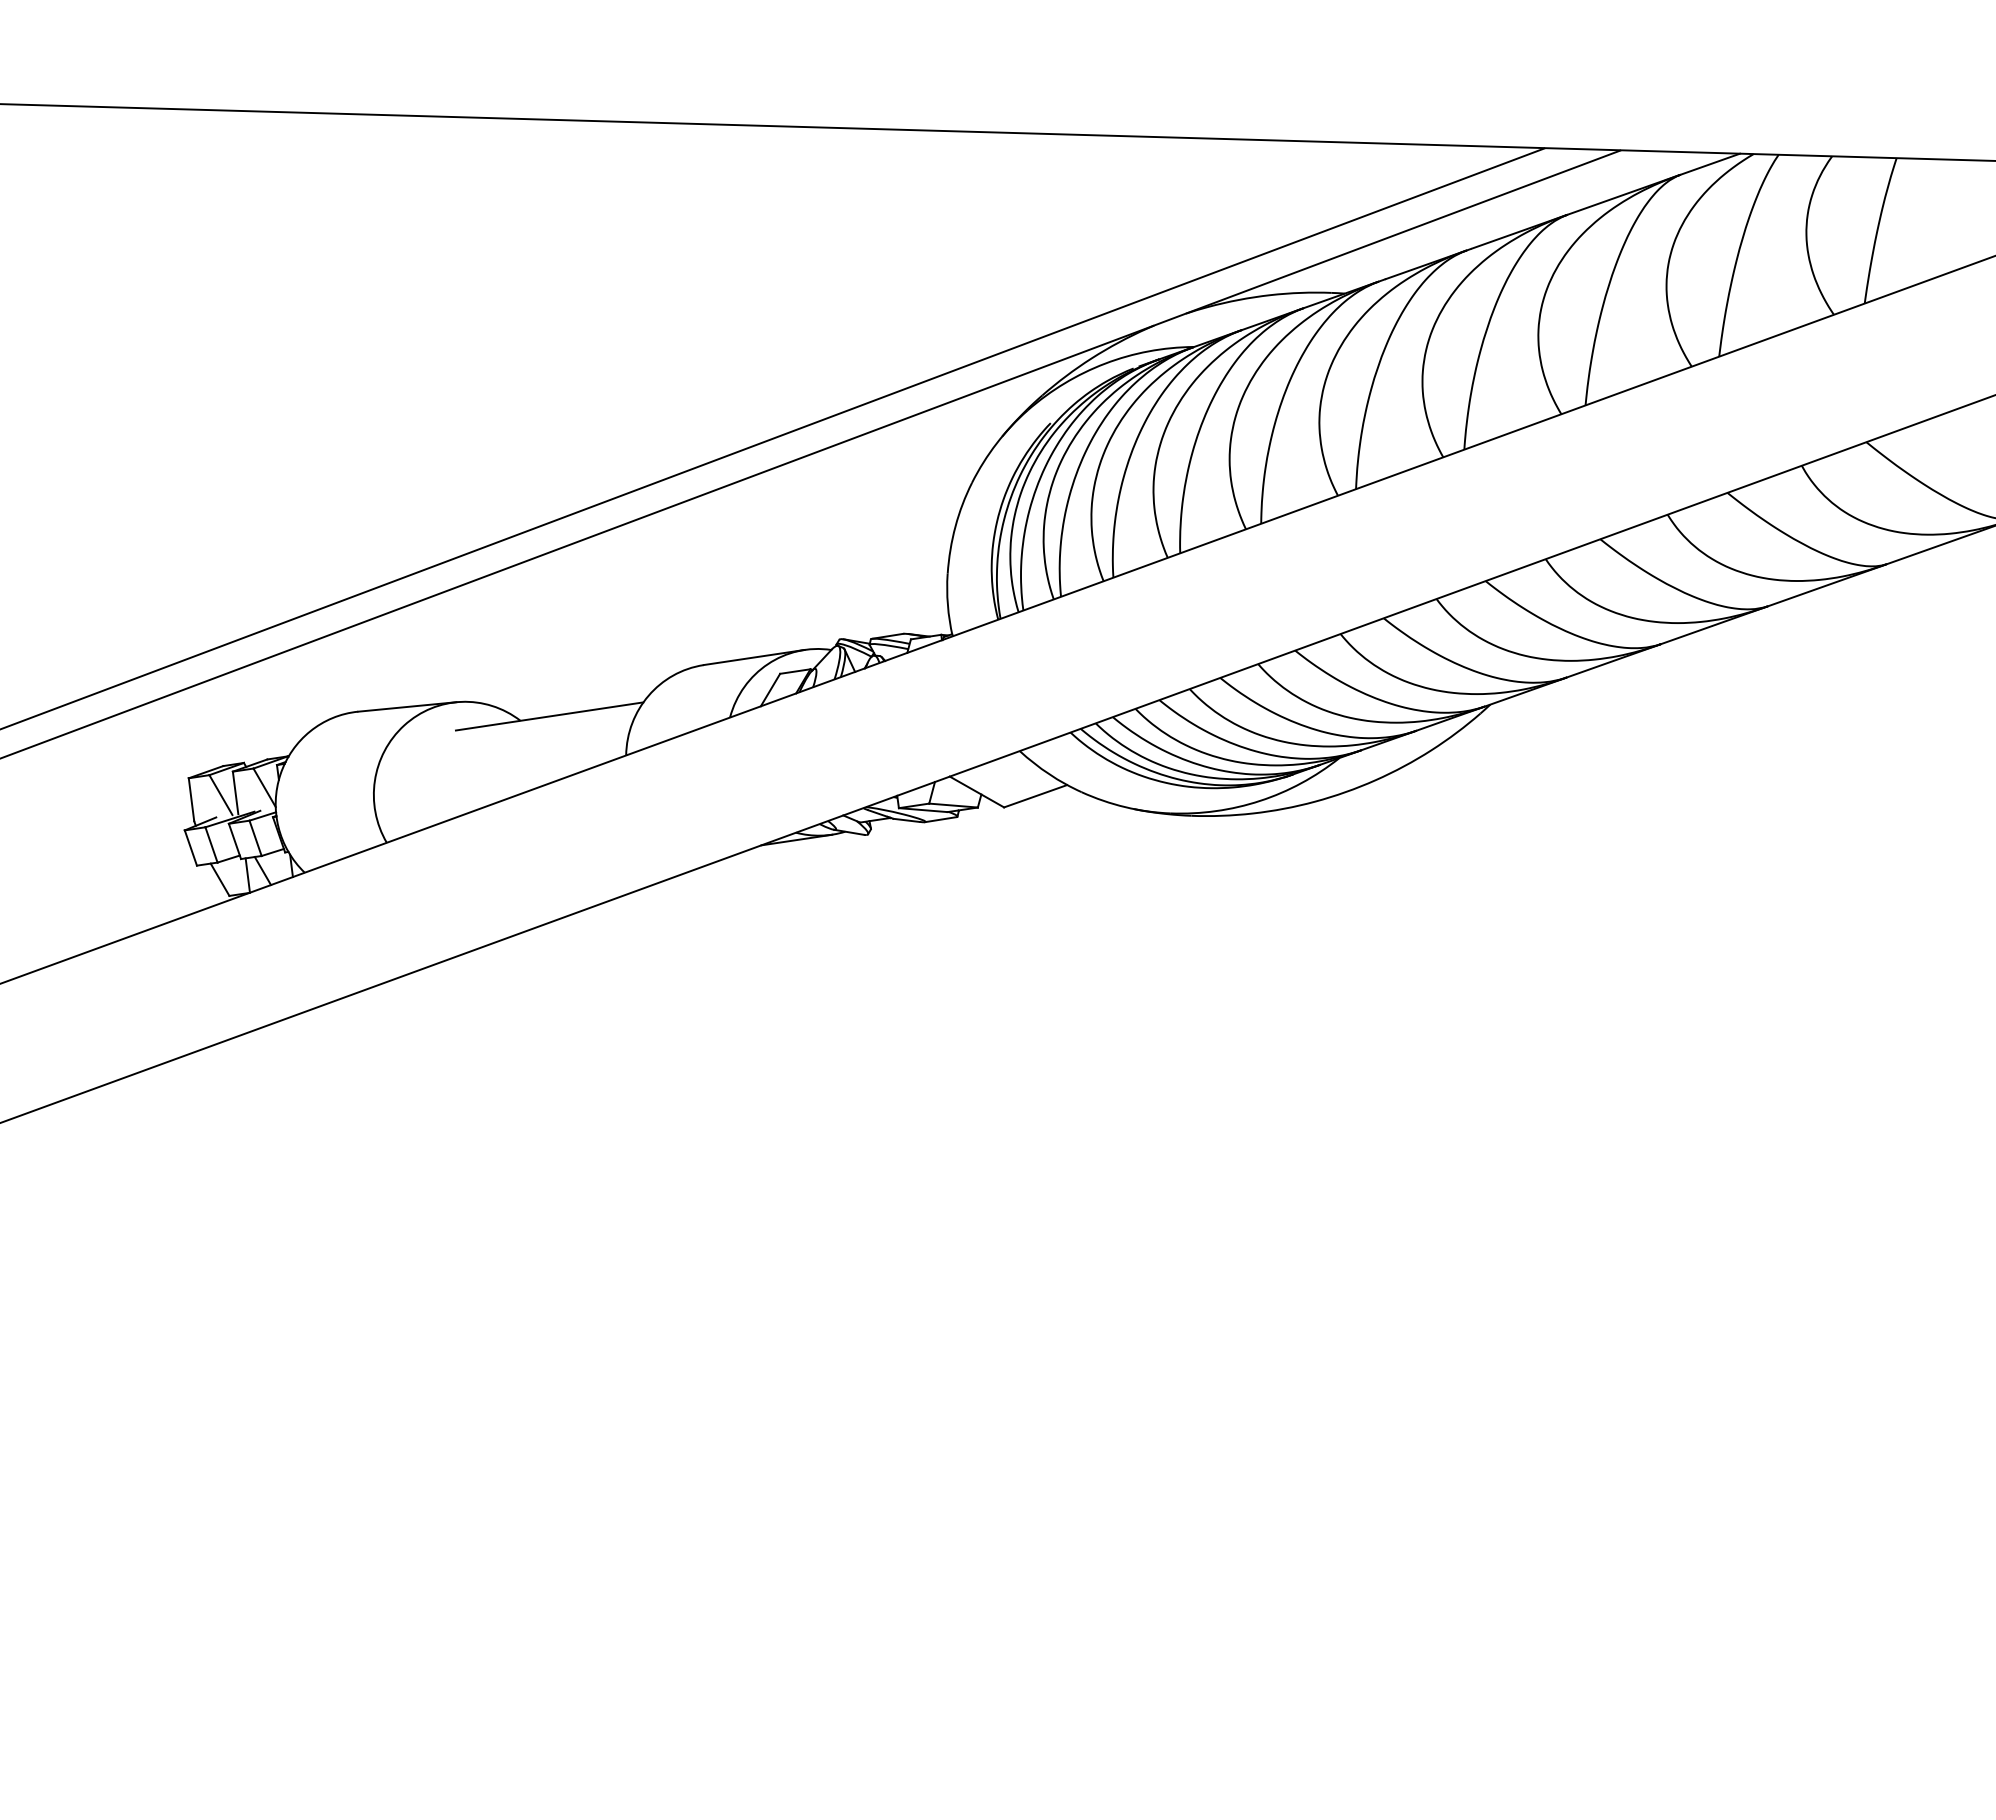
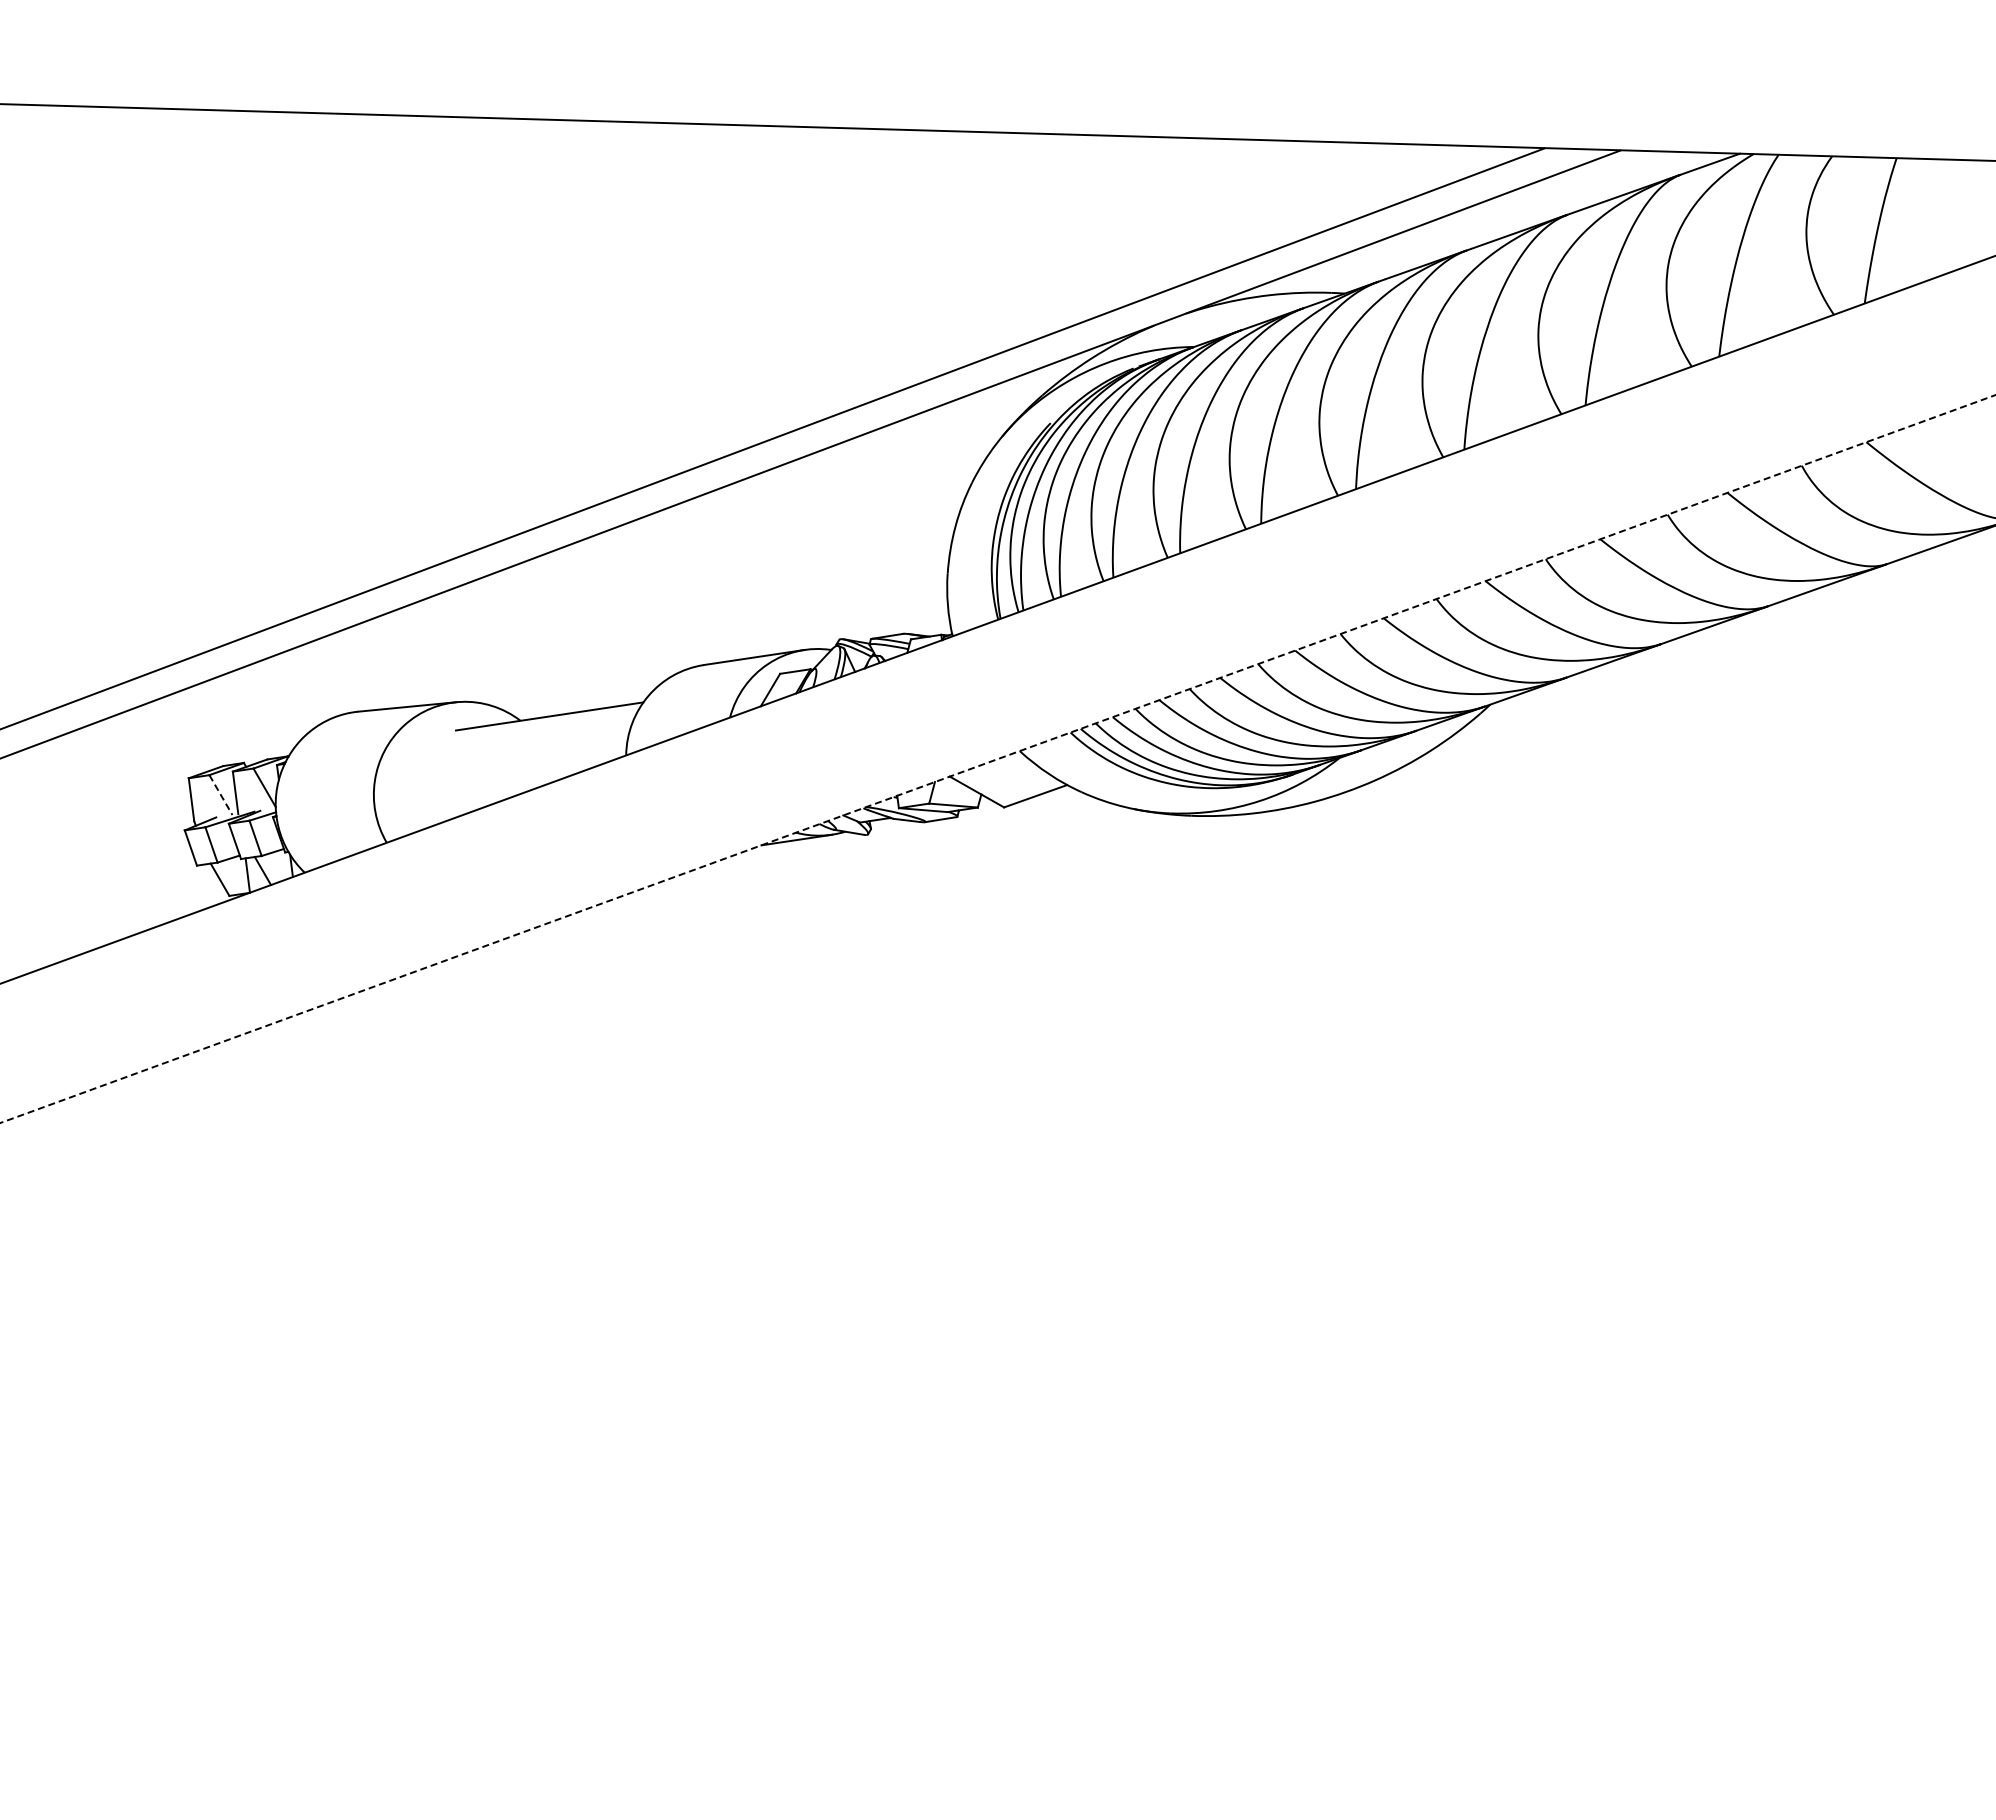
line at (998, 759): solid -> dashed
line at (221, 795): solid -> dashed
